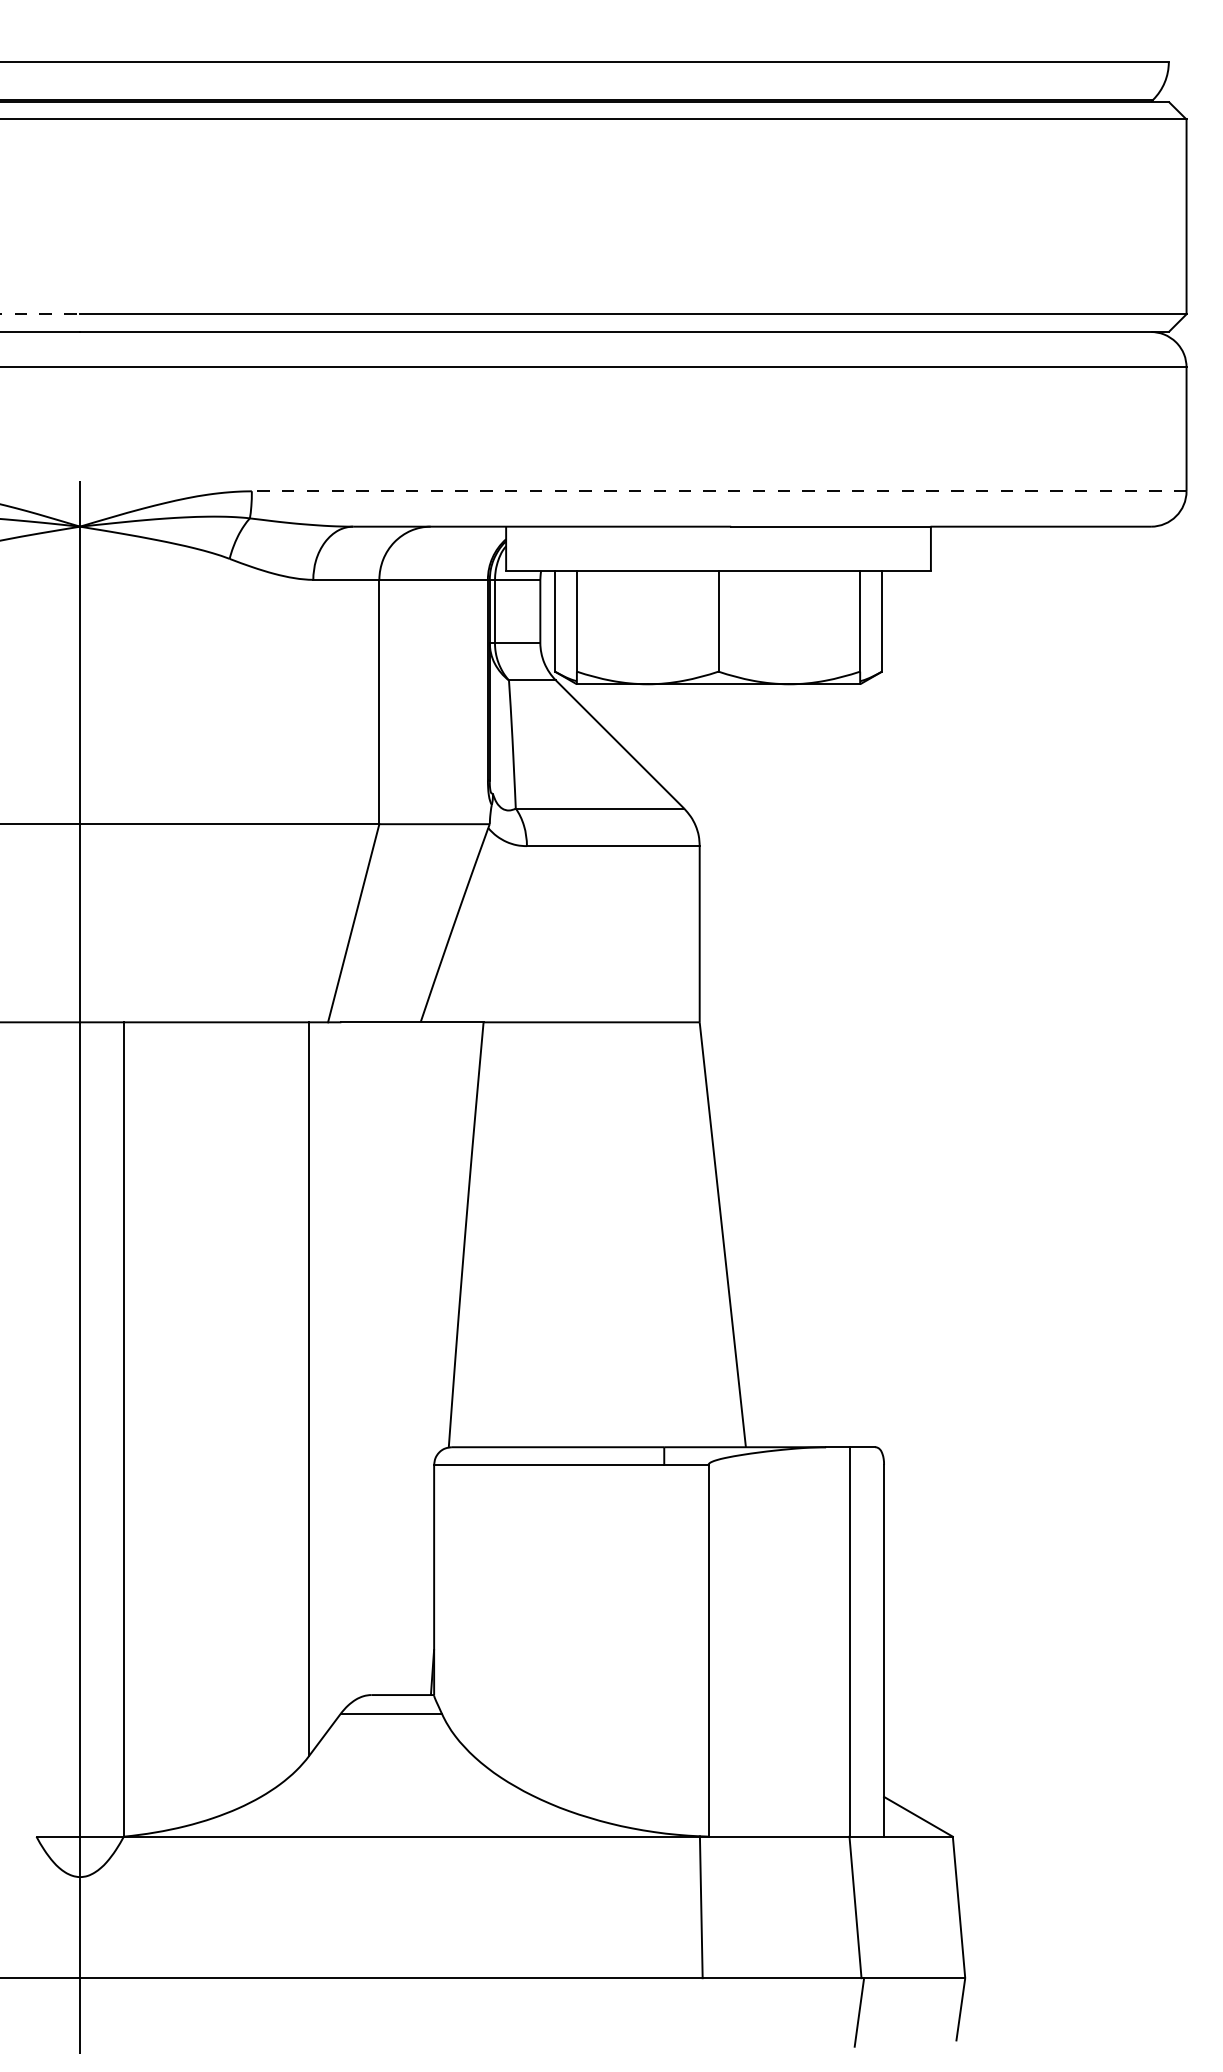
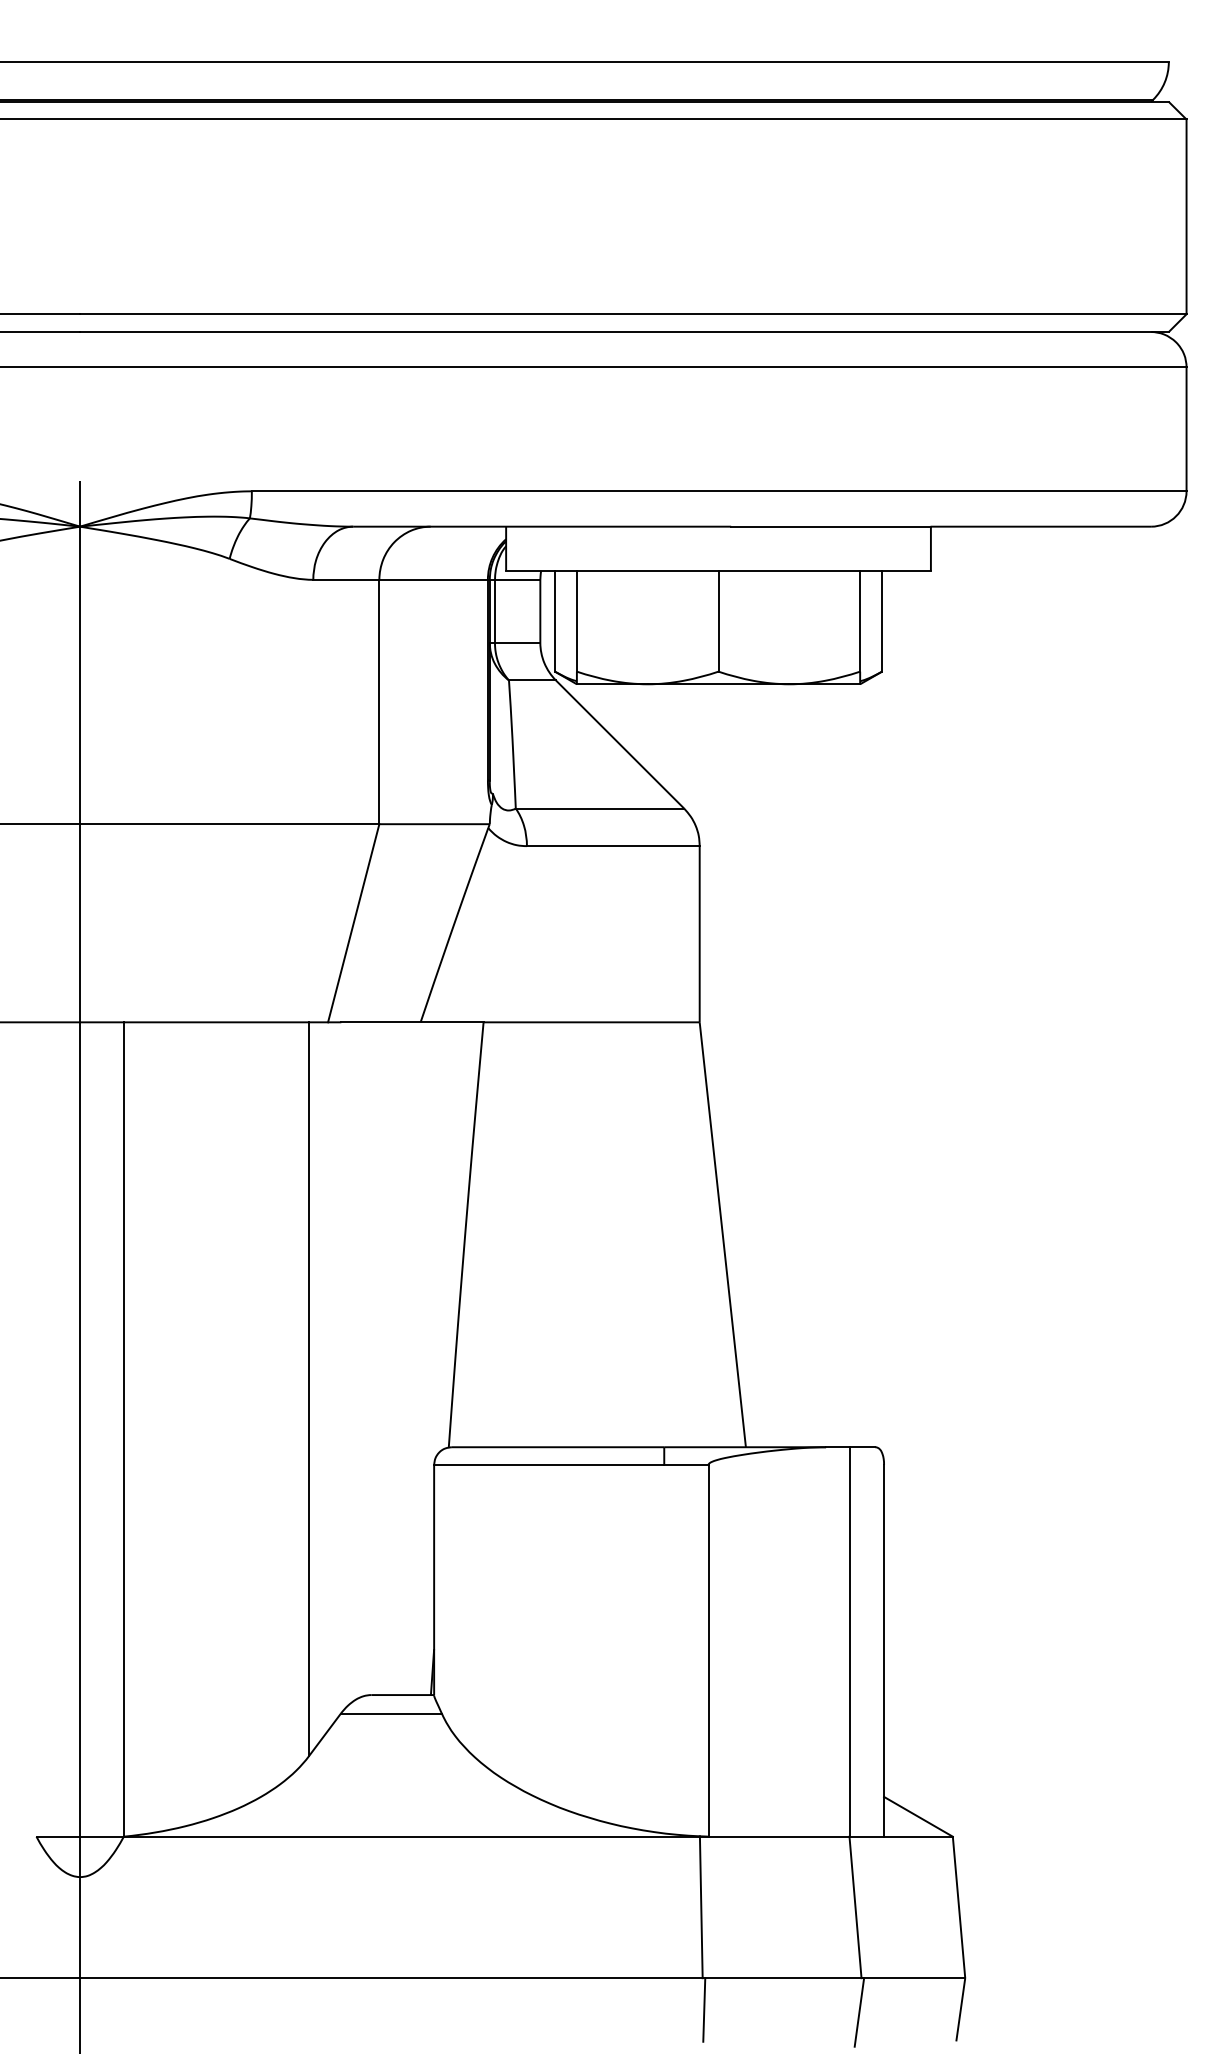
line at (40, 314): dashed -> solid
line at (718, 491): dashed -> solid
line at (704, 2009): none -> present
